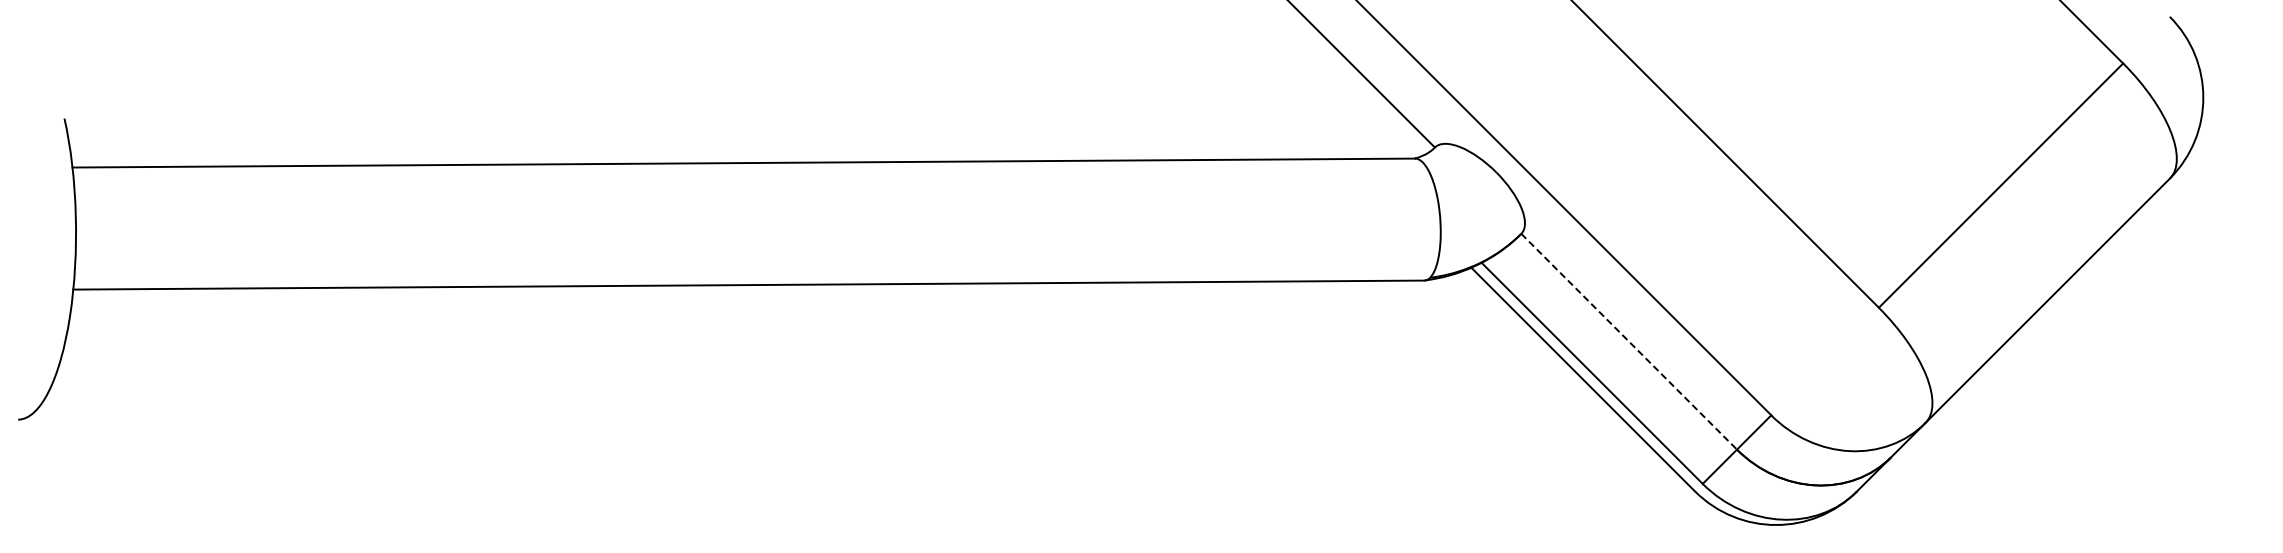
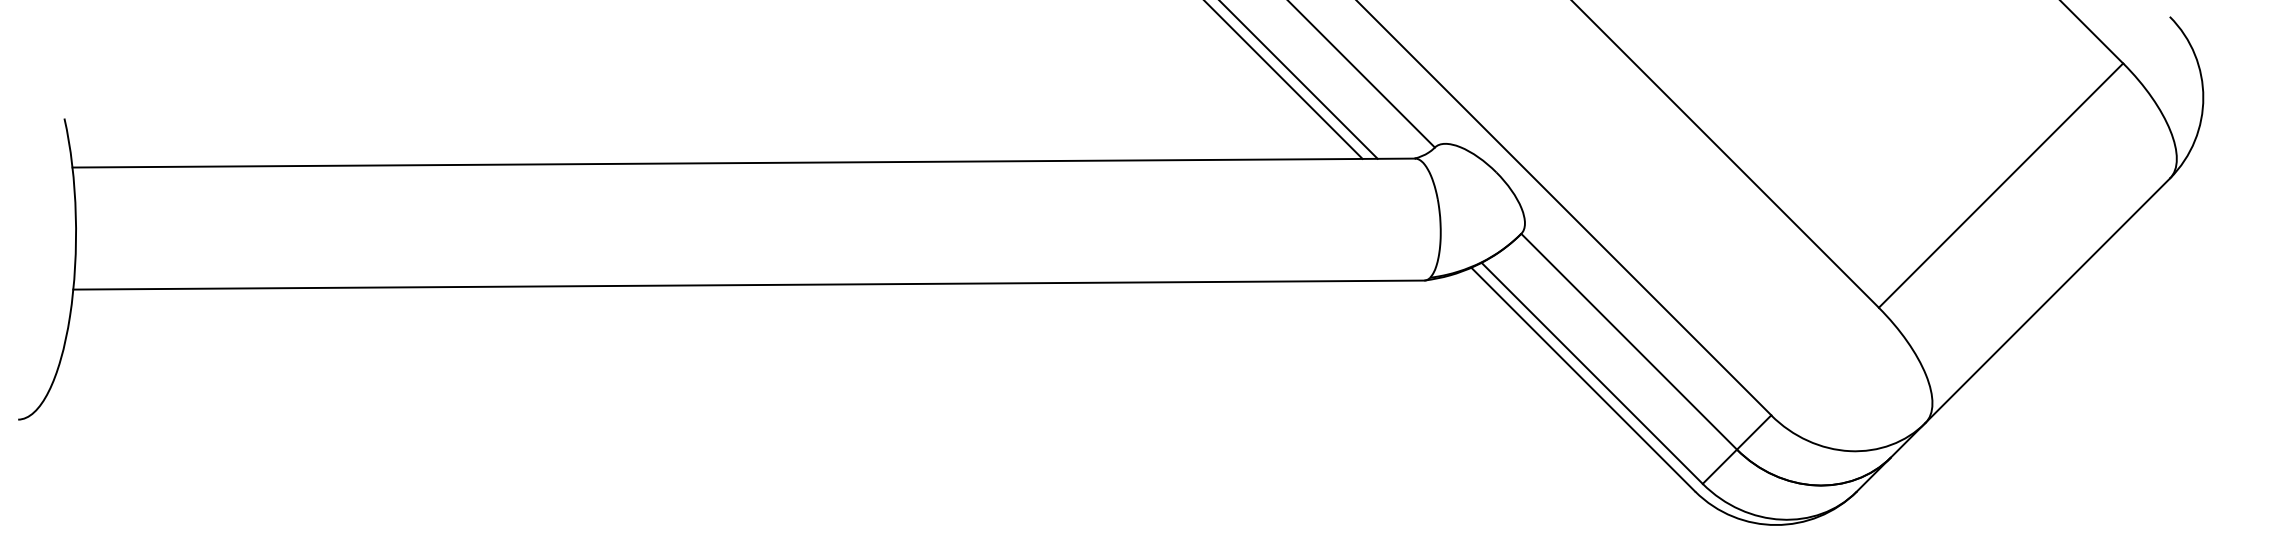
line at (1284, 80): none -> present
line at (1299, 80): none -> present
line at (1629, 341): dashed -> solid
